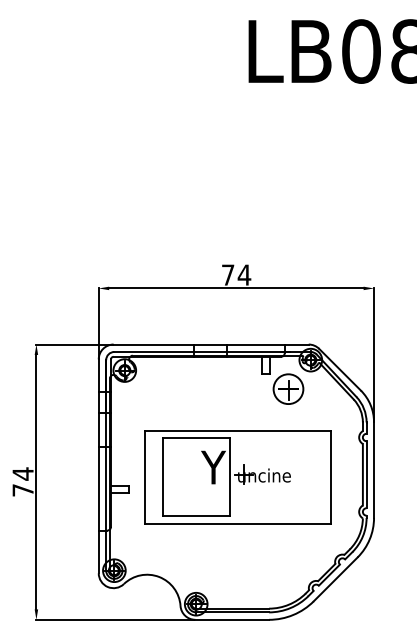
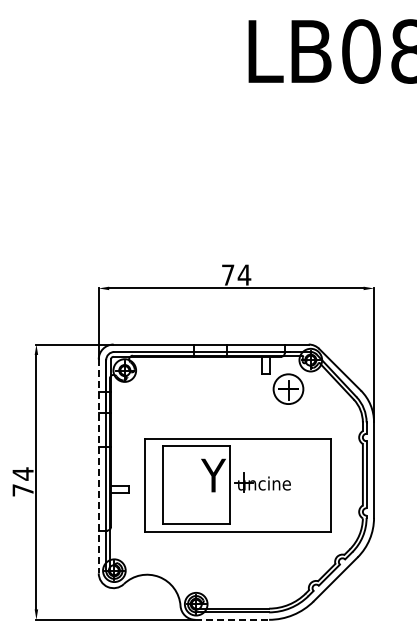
line at (98, 466): solid -> dashed
part at (237, 477) position: (237, 477) -> (237, 485)
line at (232, 619): solid -> dashed
